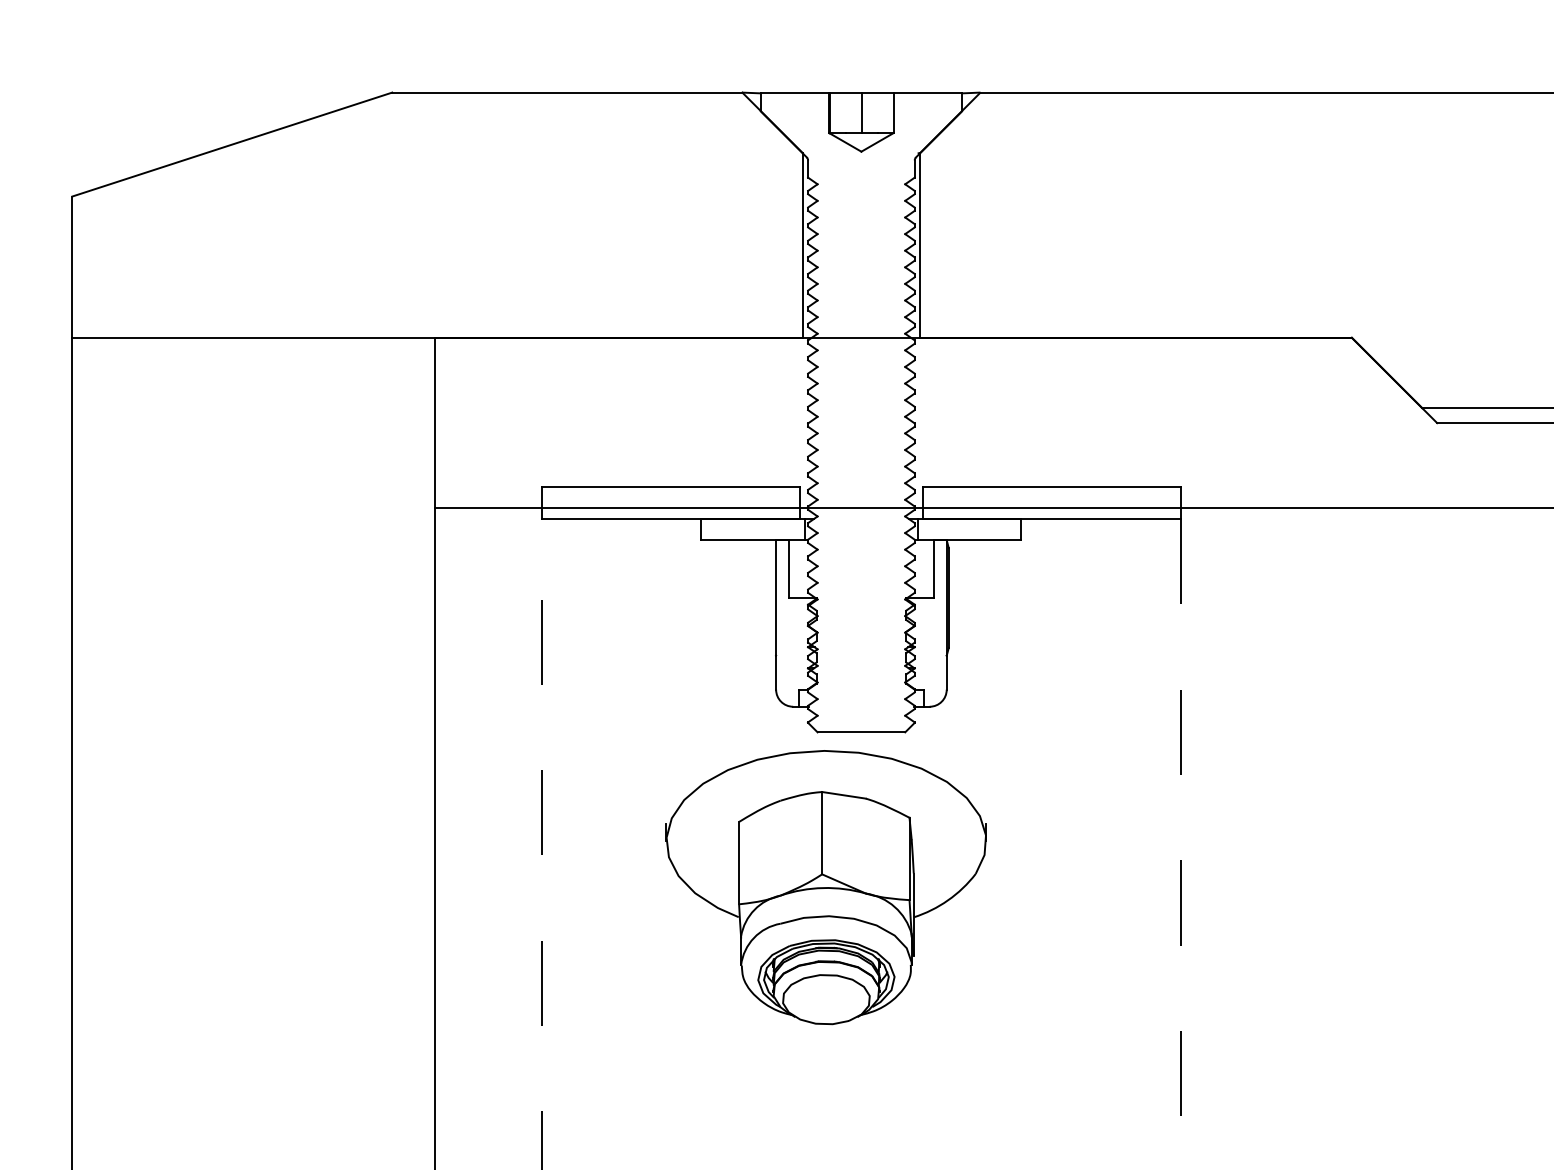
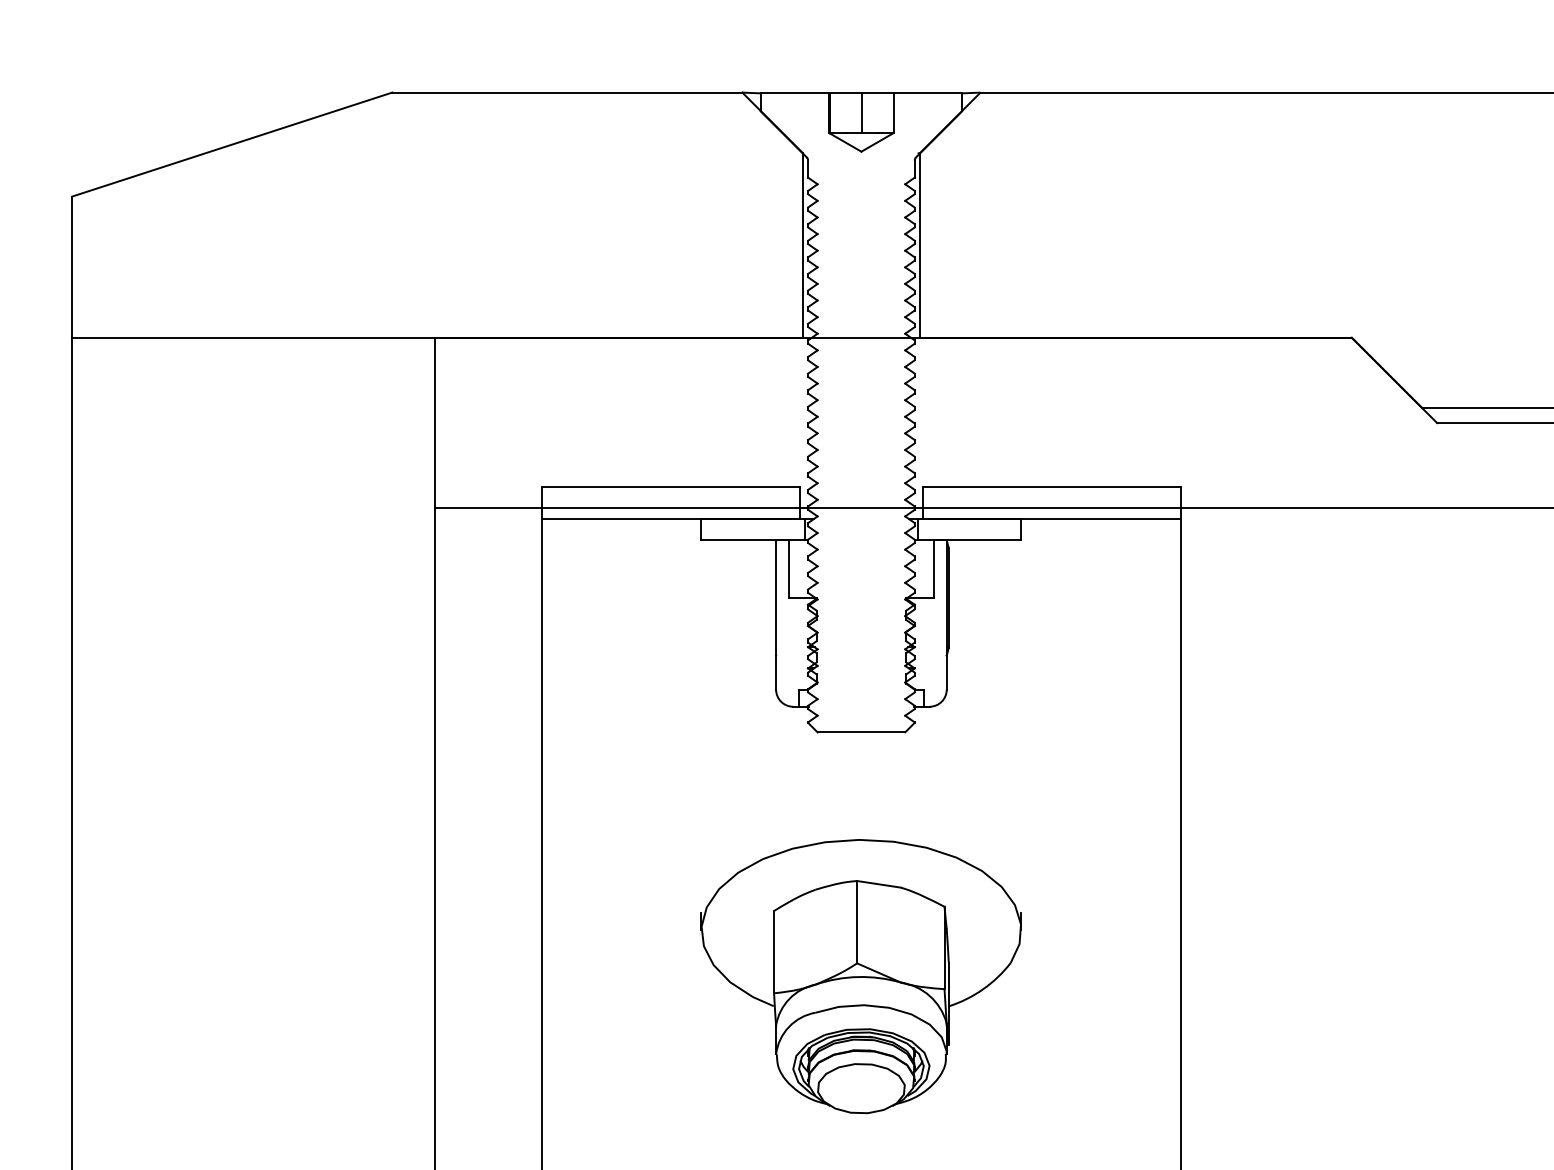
line at (541, 844): dashed -> solid
line at (1181, 845): dashed -> solid
part at (825, 887) position: (825, 887) -> (860, 976)
